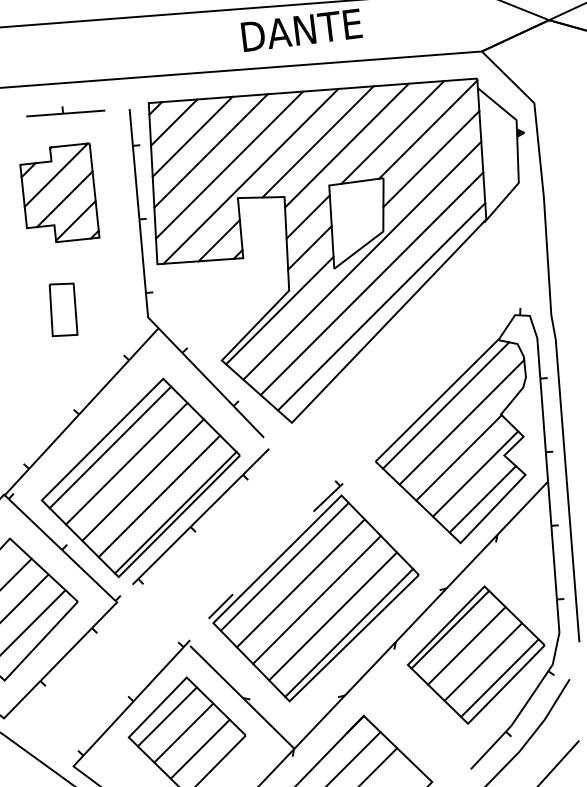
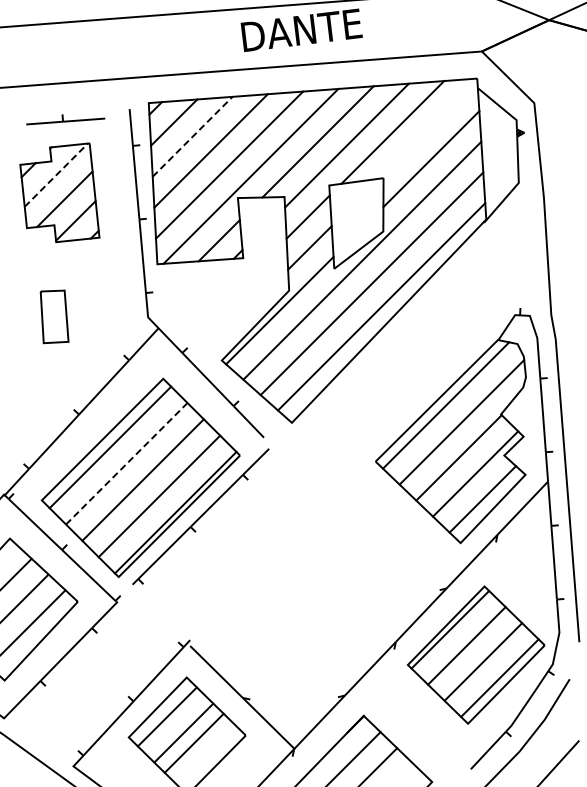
part at (65, 111) position: (65, 111) -> (65, 119)
line at (428, 129): present -> none
line at (193, 136): solid -> dashed
line at (56, 175): solid -> dashed
part at (63, 309) position: (63, 309) -> (54, 316)
line at (126, 463): solid -> dashed
part at (313, 591): present -> none
line at (199, 748) position: (199, 748) -> (193, 742)
